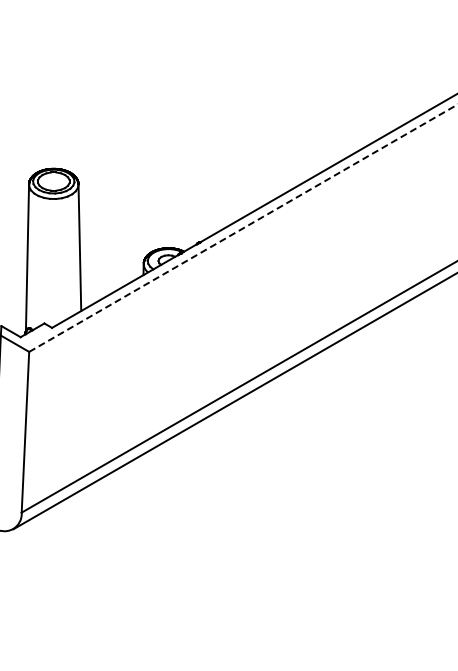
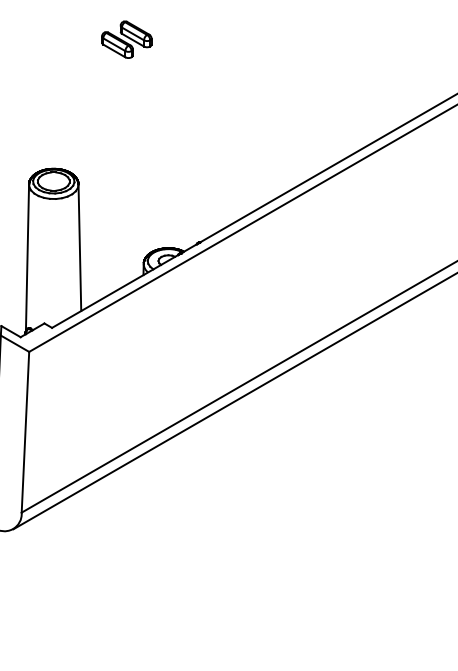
part at (126, 39): none -> present
line at (243, 227): dashed -> solid
